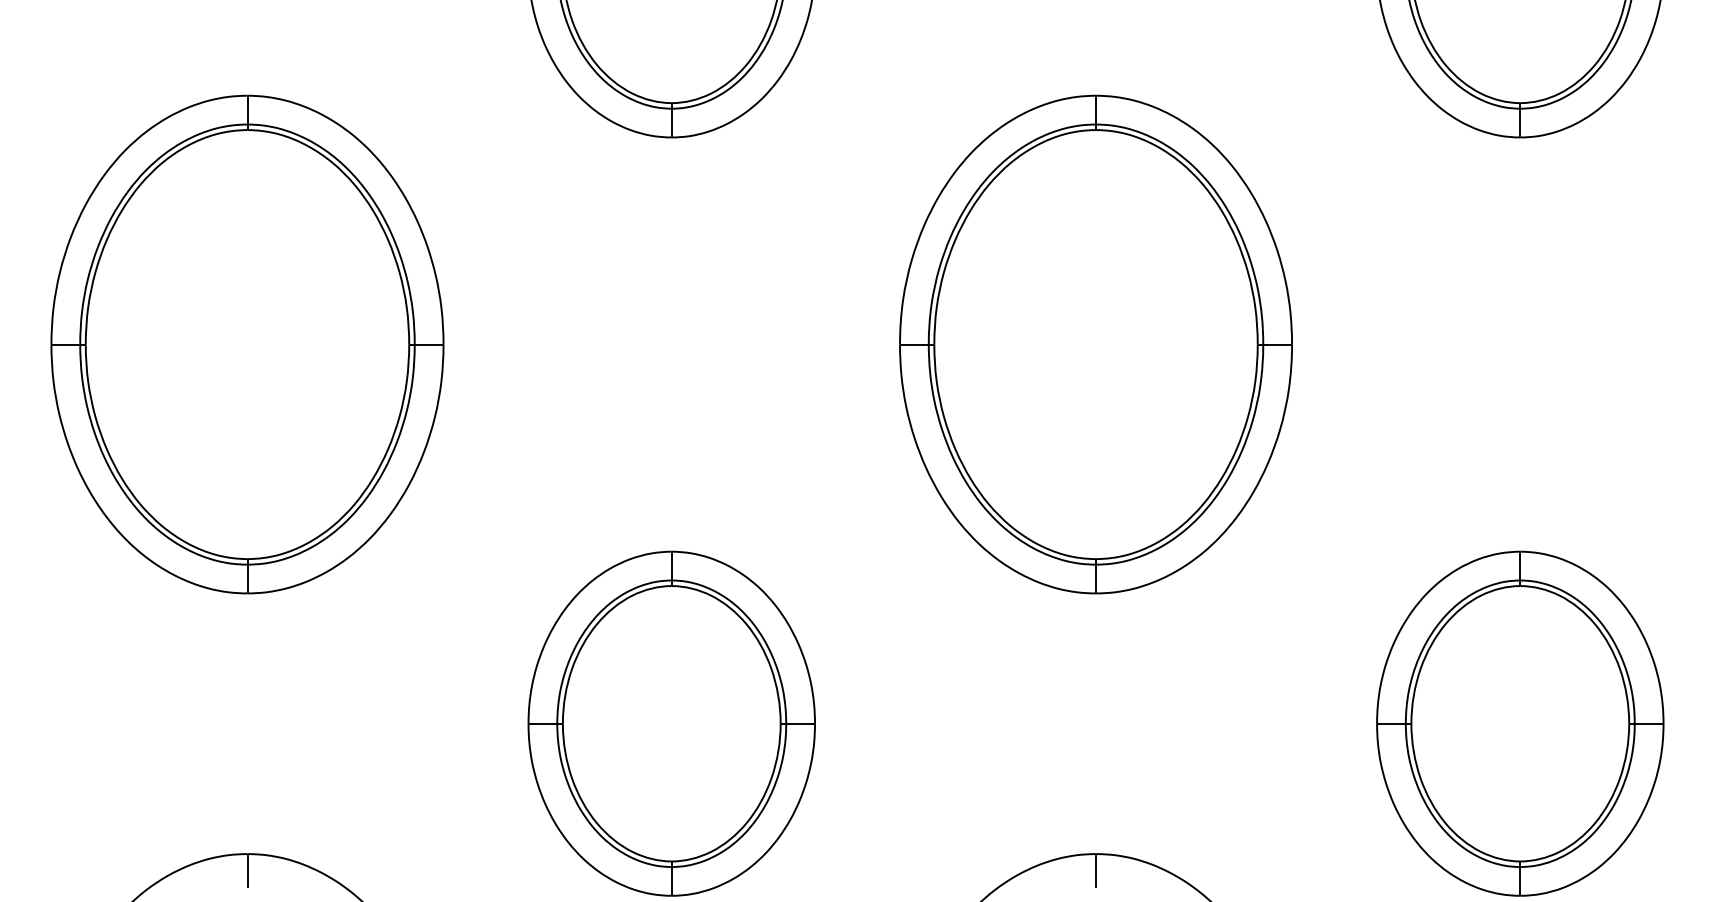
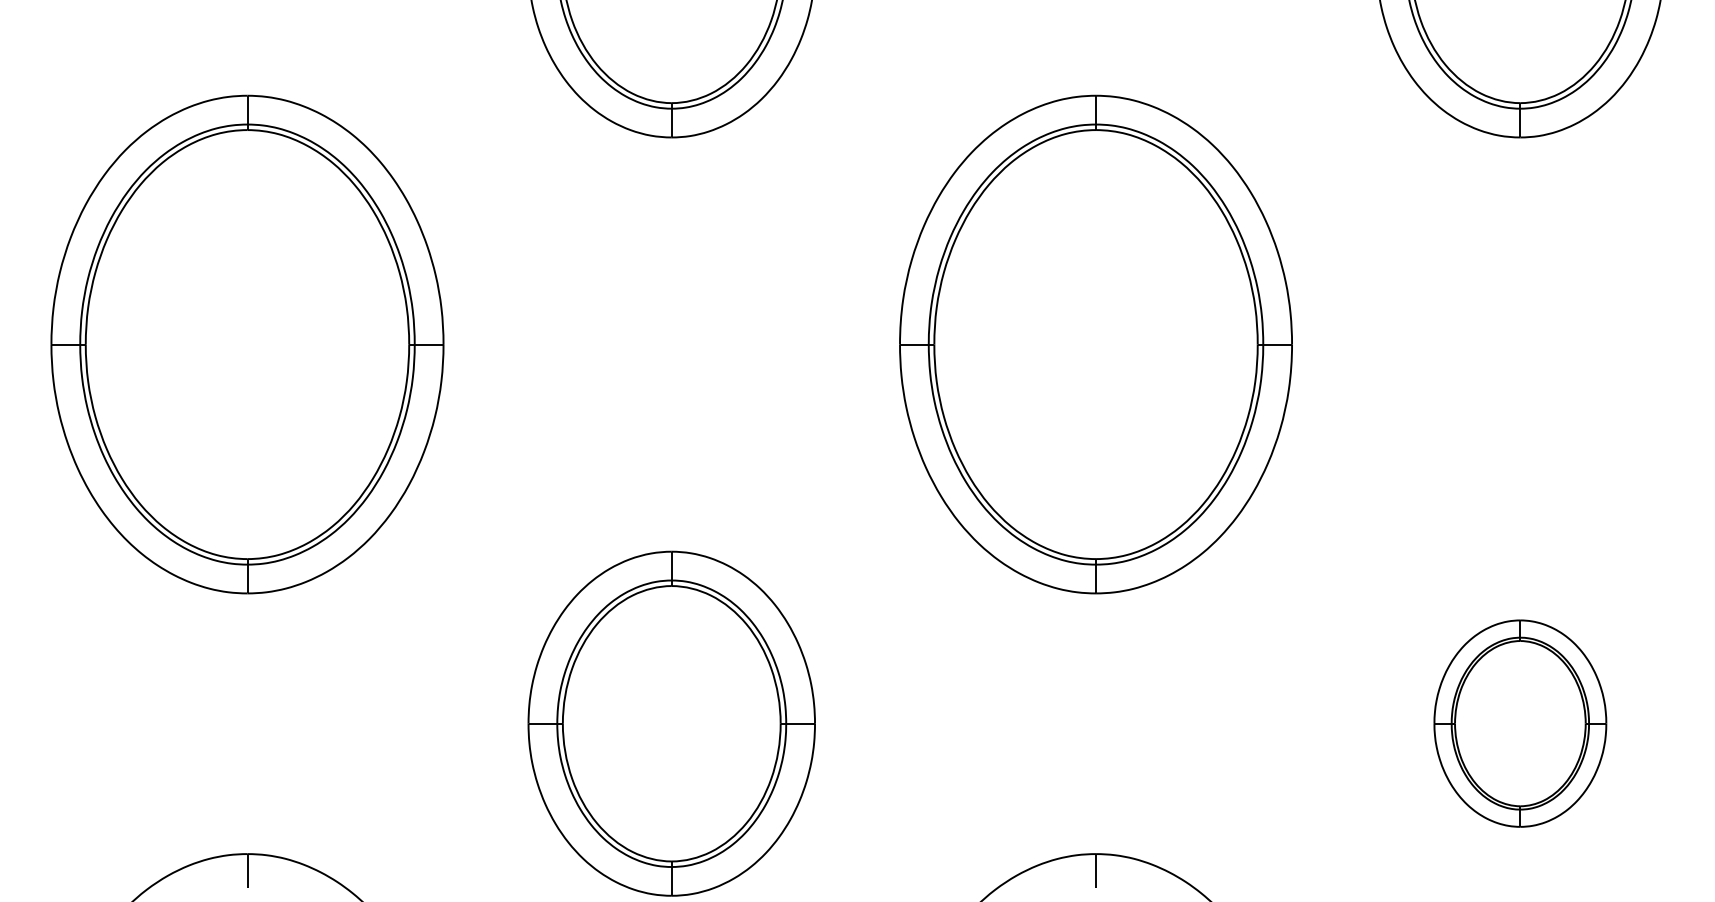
part at (1520, 723) size: 289x347 px -> 175x209 px
